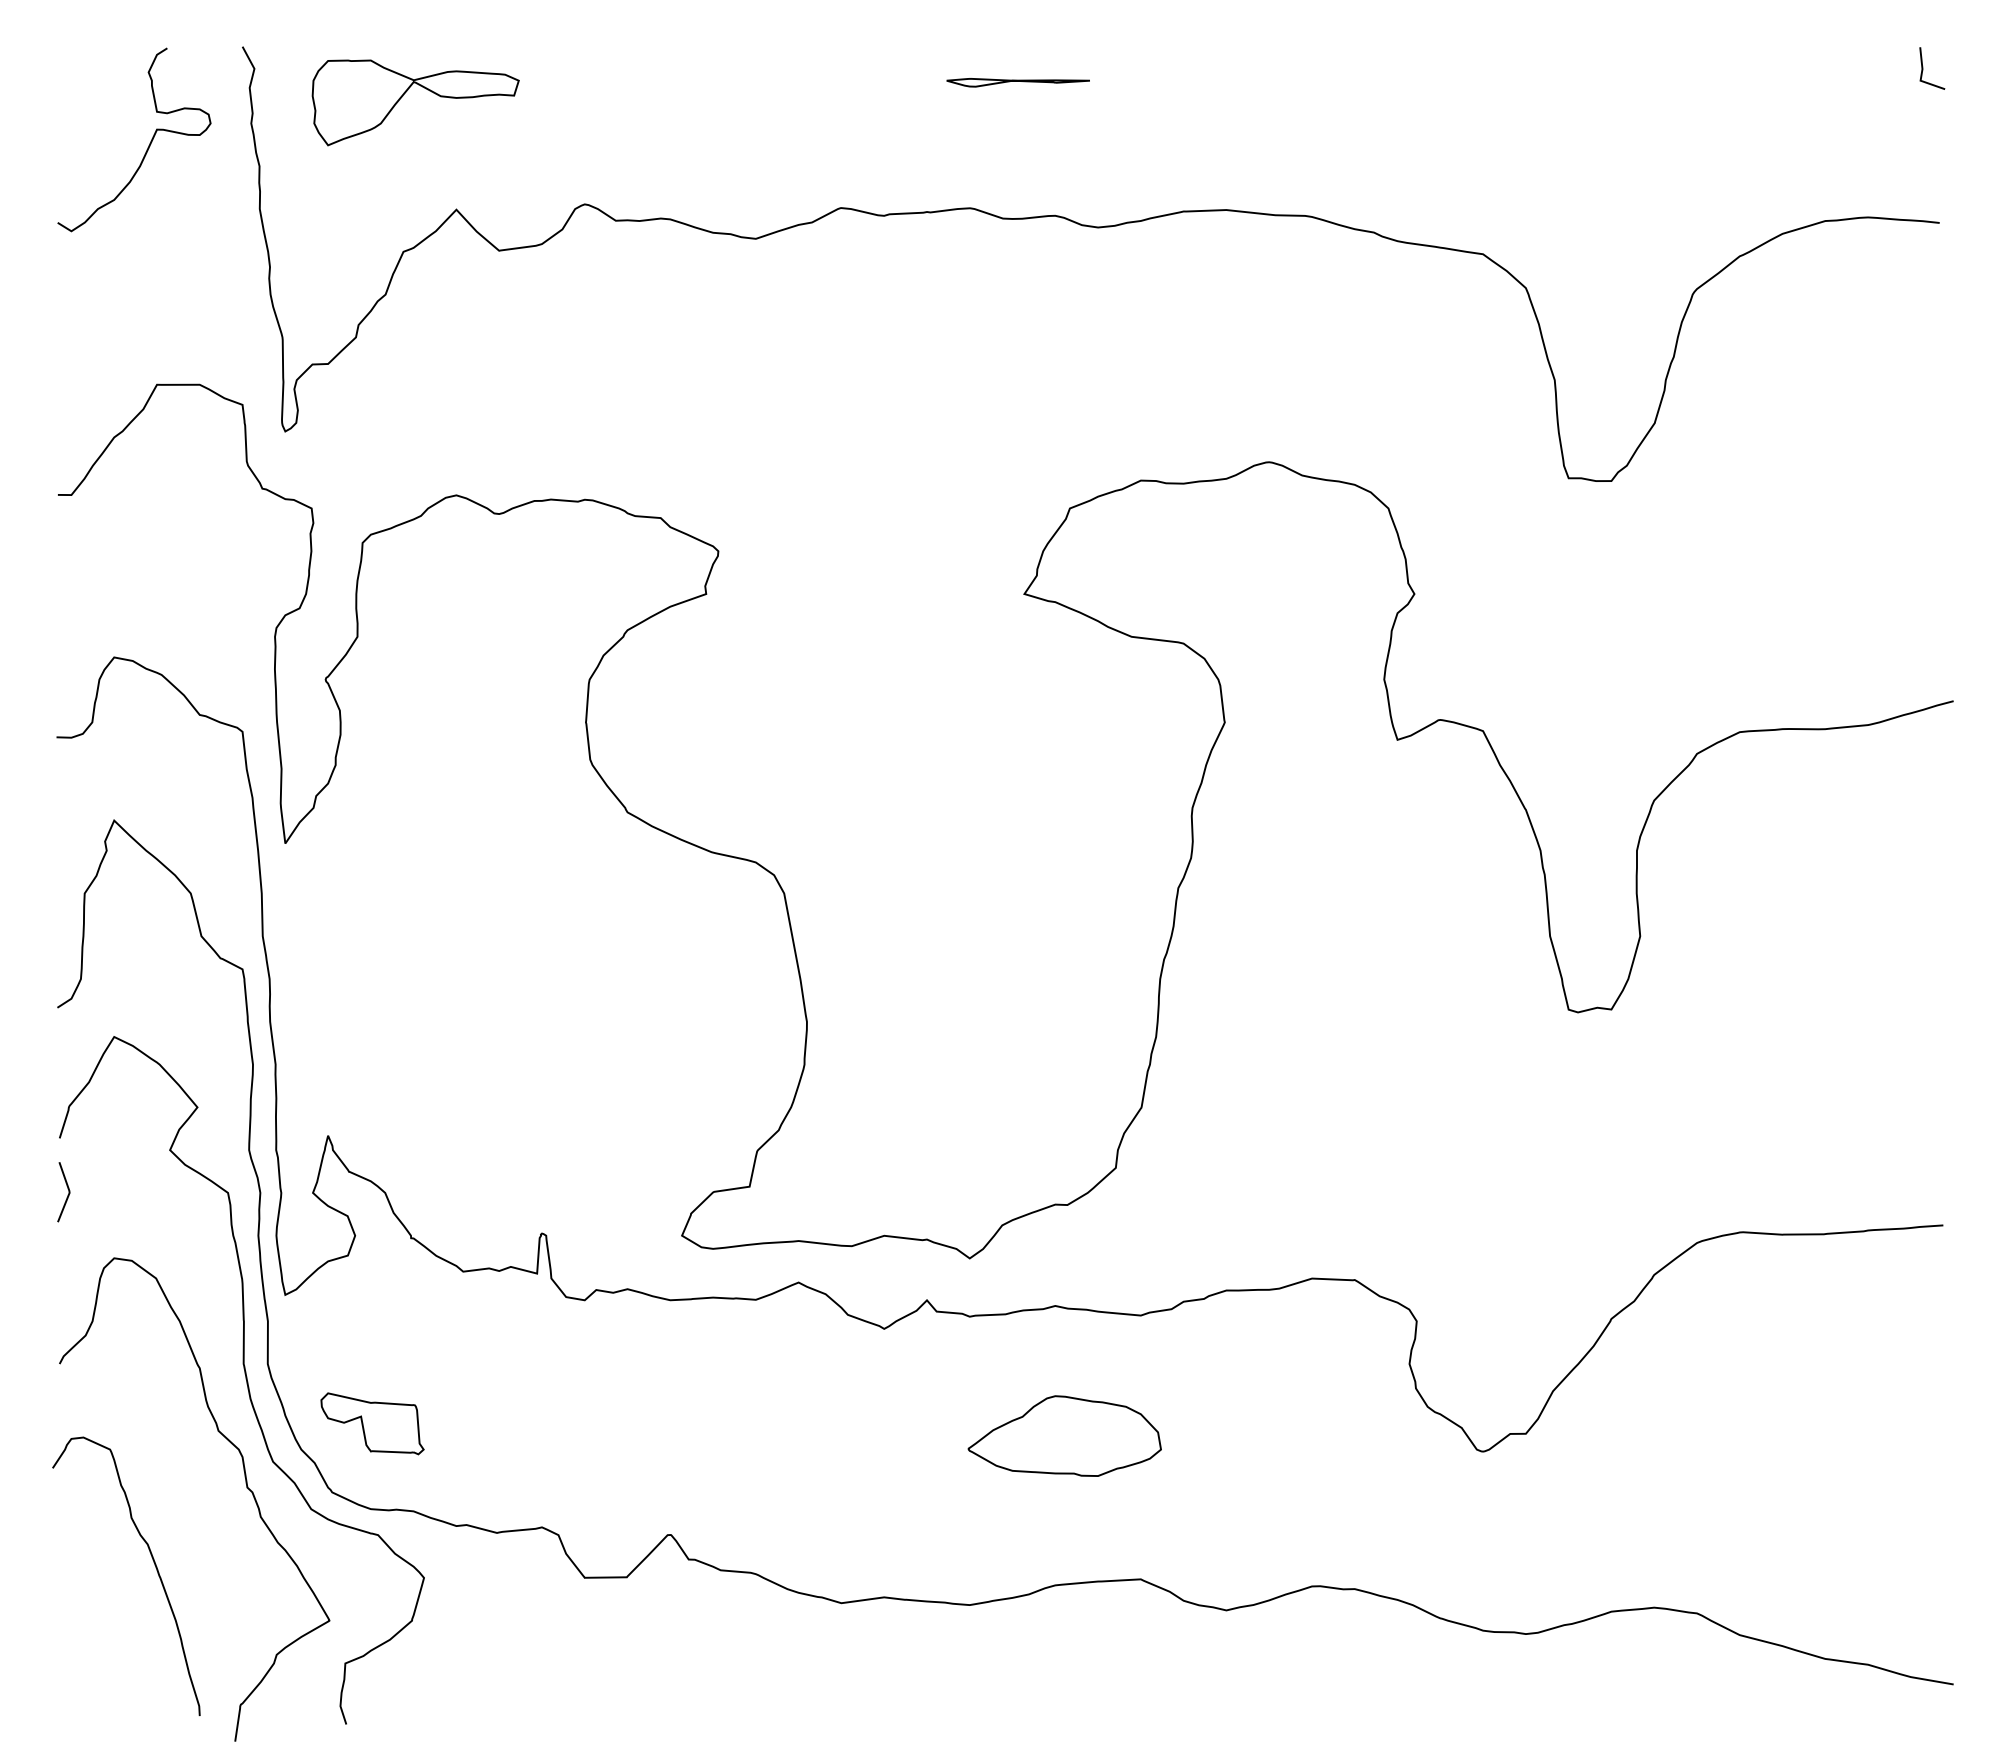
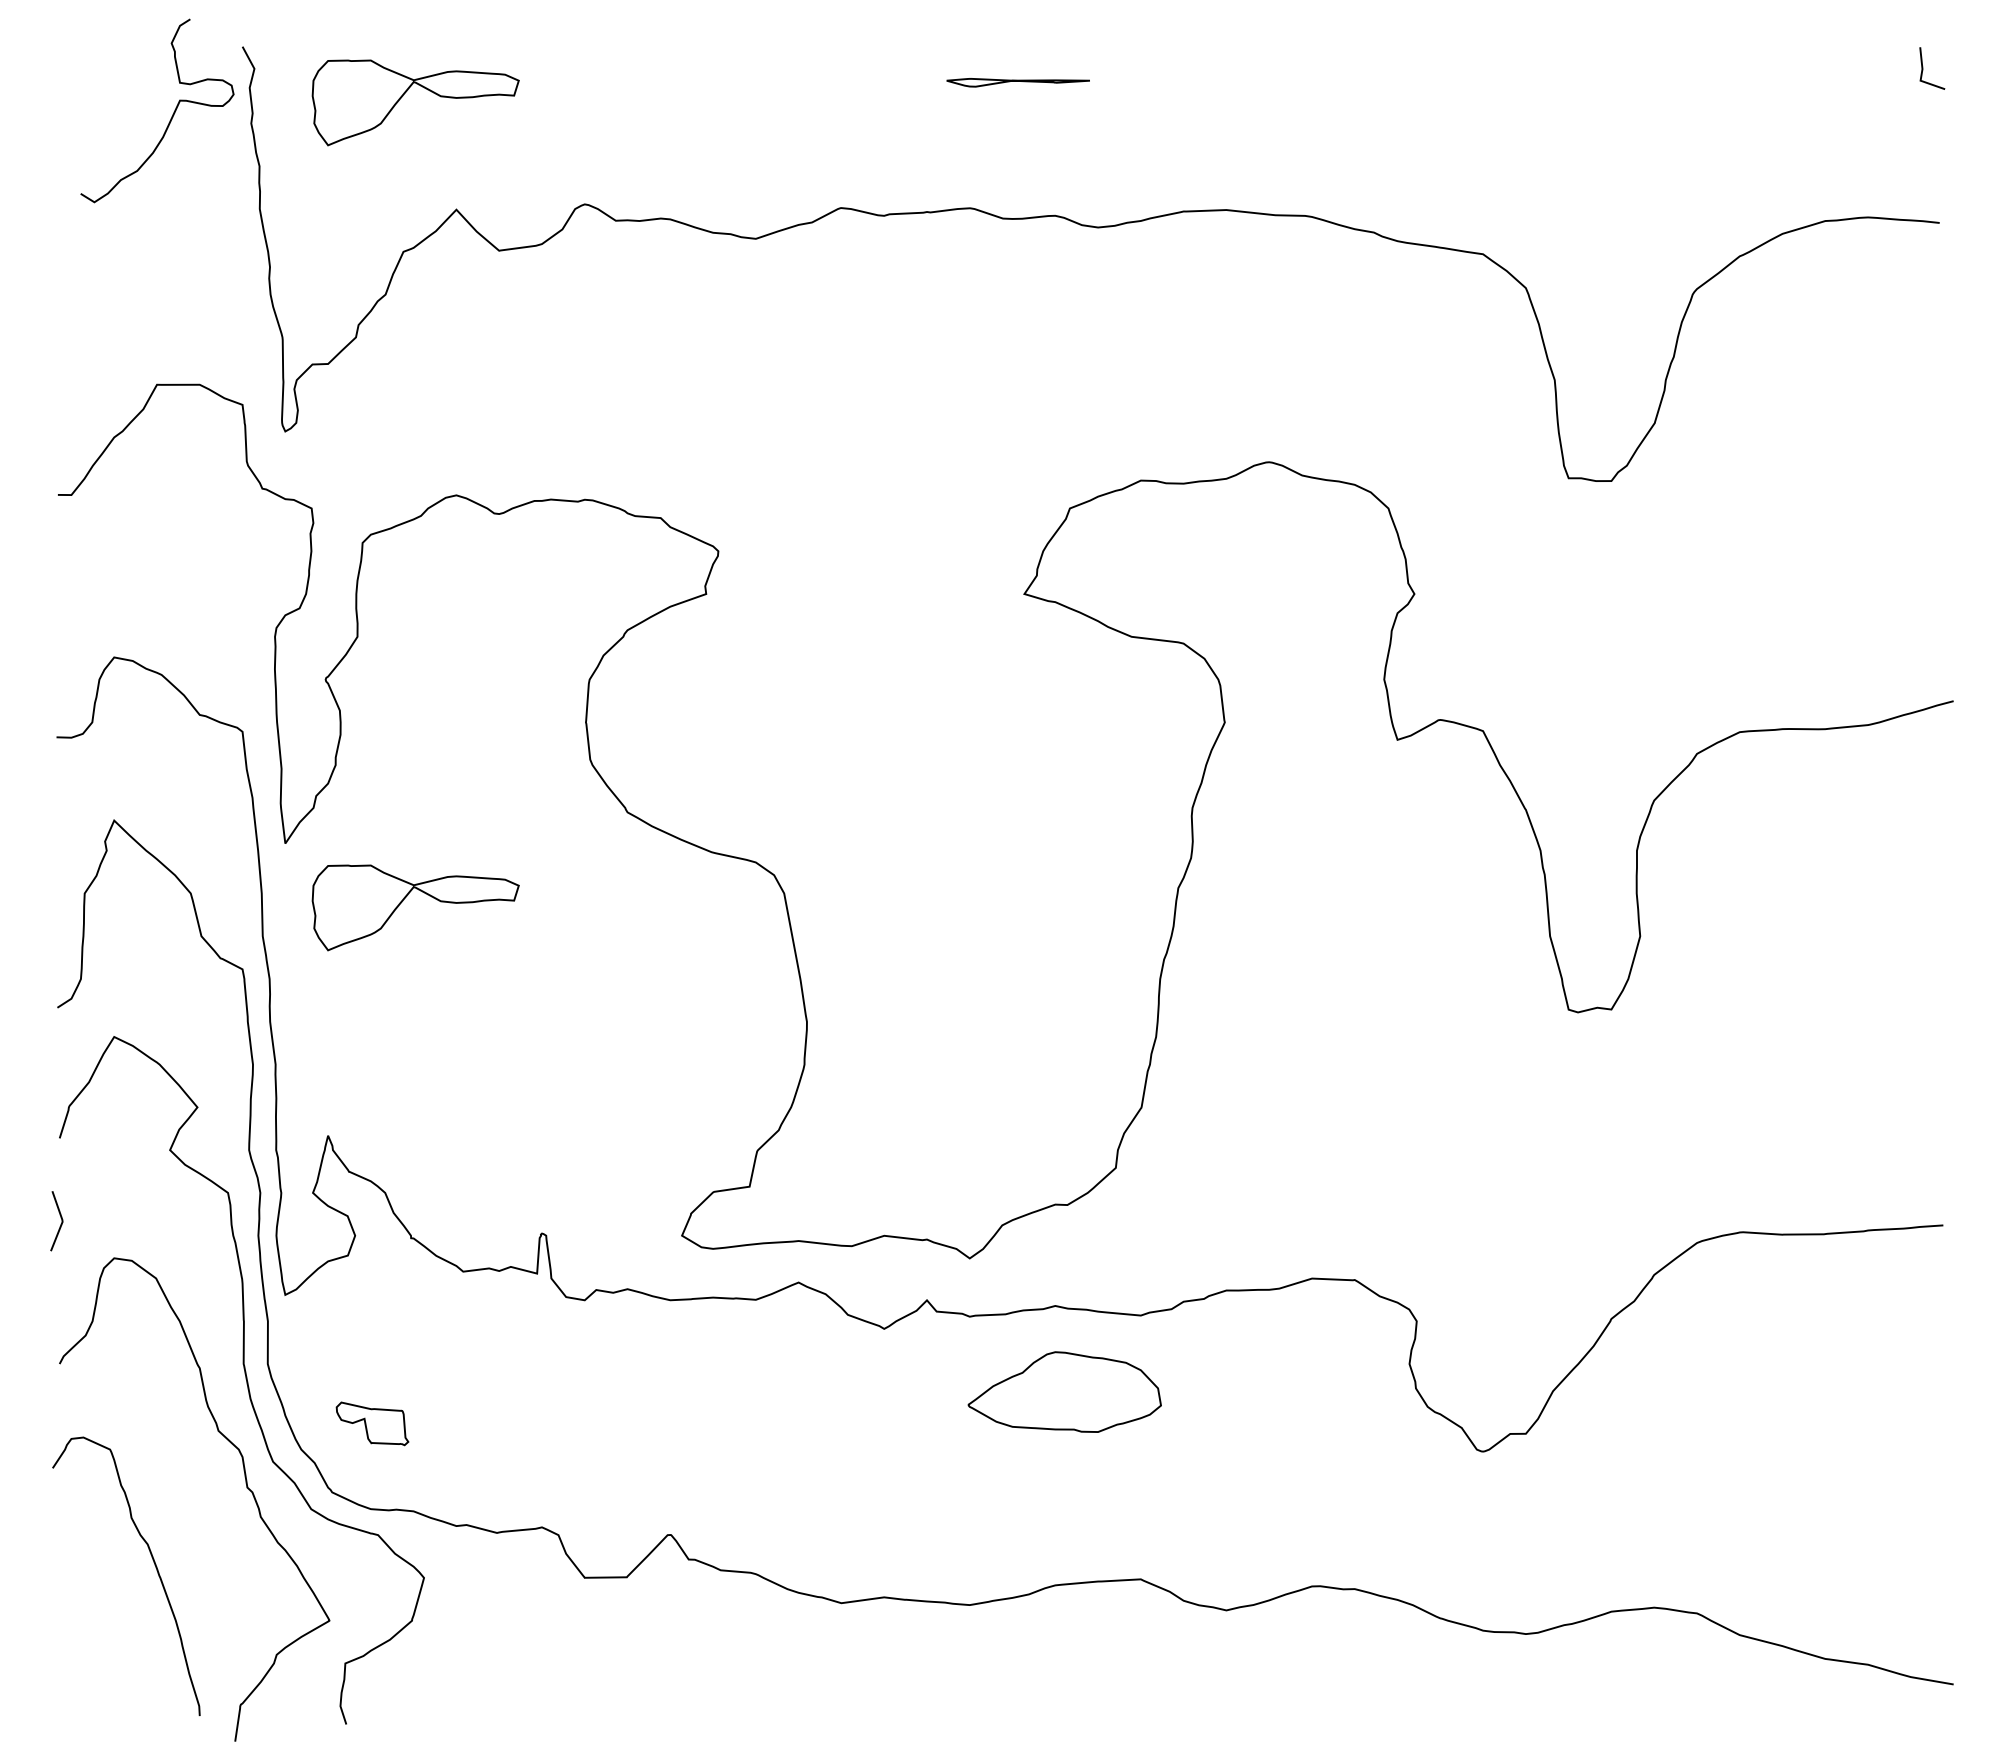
curve at (148, 145) position: (148, 145) -> (171, 116)
part at (403, 901): none -> present
line at (67, 1189) position: (67, 1189) -> (60, 1218)
part at (372, 1423) size: 105x64 px -> 75x46 px
part at (1064, 1435) position: (1064, 1435) -> (1064, 1391)
